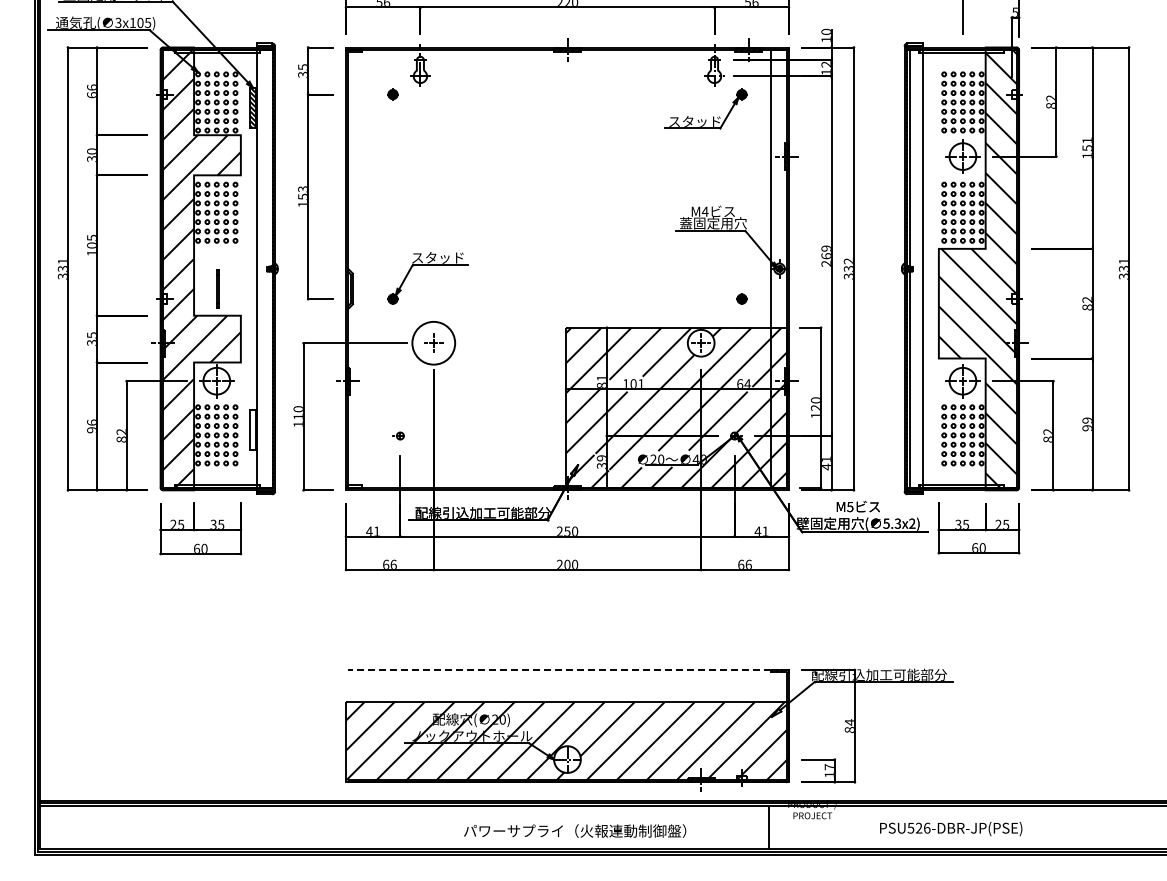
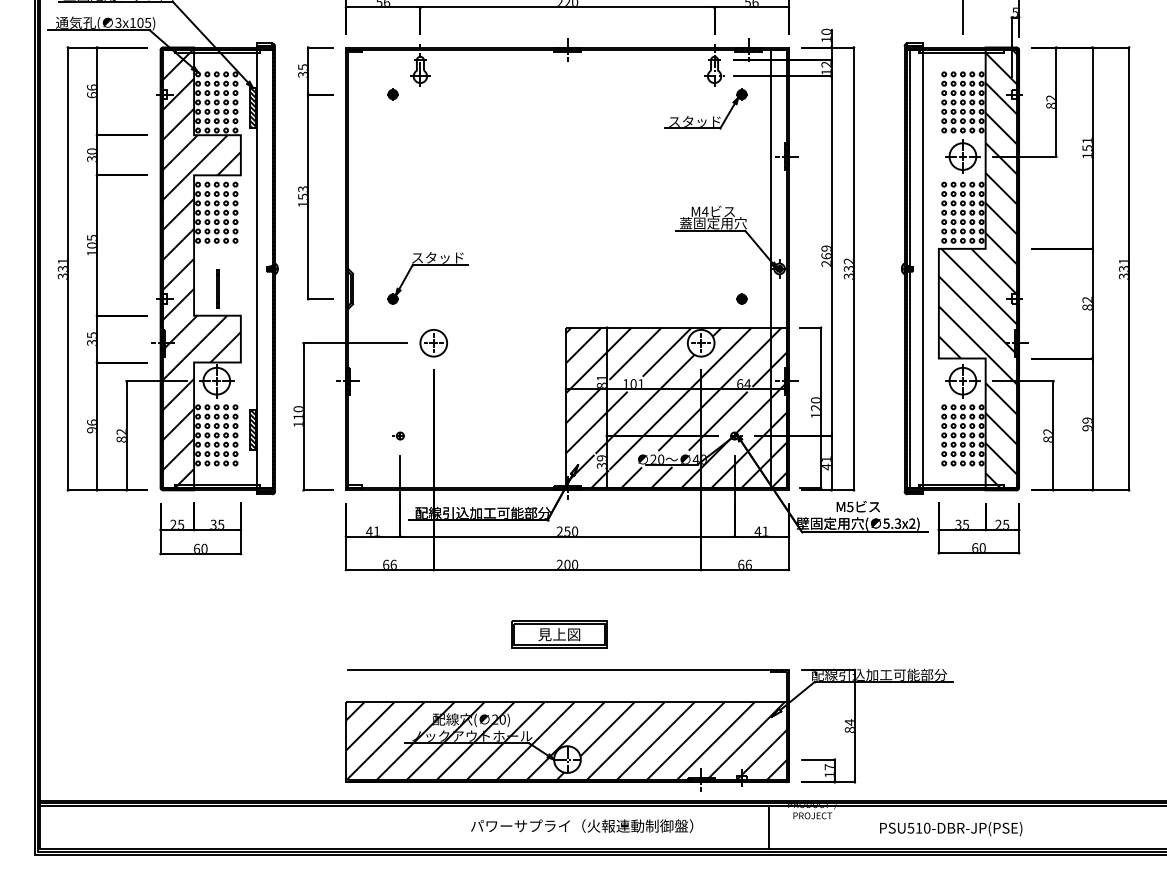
circle at (433, 342) diameter: 43 px -> 27 px
hatch at (252, 429): none -> present
part at (559, 634): none -> present
line at (559, 670): dashed -> solid
text at (922, 827): PSU526-DBR-JP(PSE) -> PSU510-DBR-JP(PSE)
text at (575, 830) position: (575, 830) -> (582, 825)
